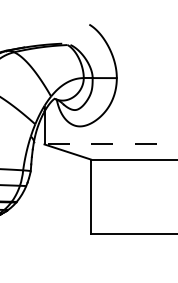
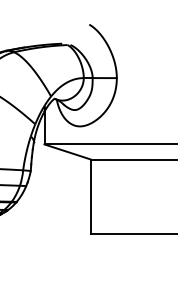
line at (110, 144): dashed -> solid
